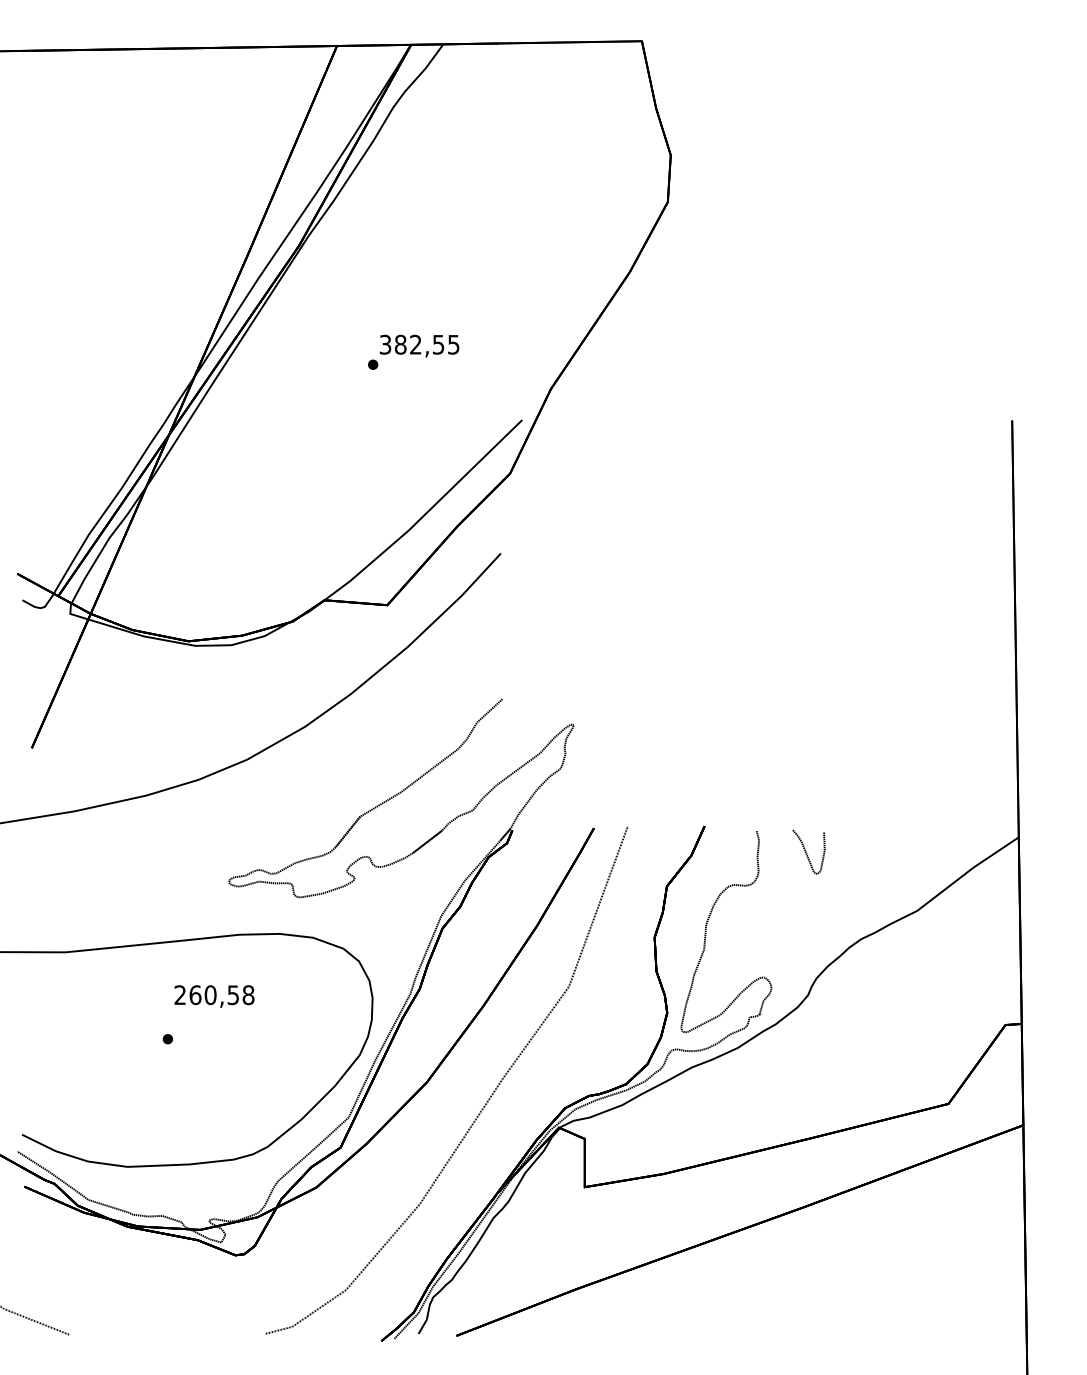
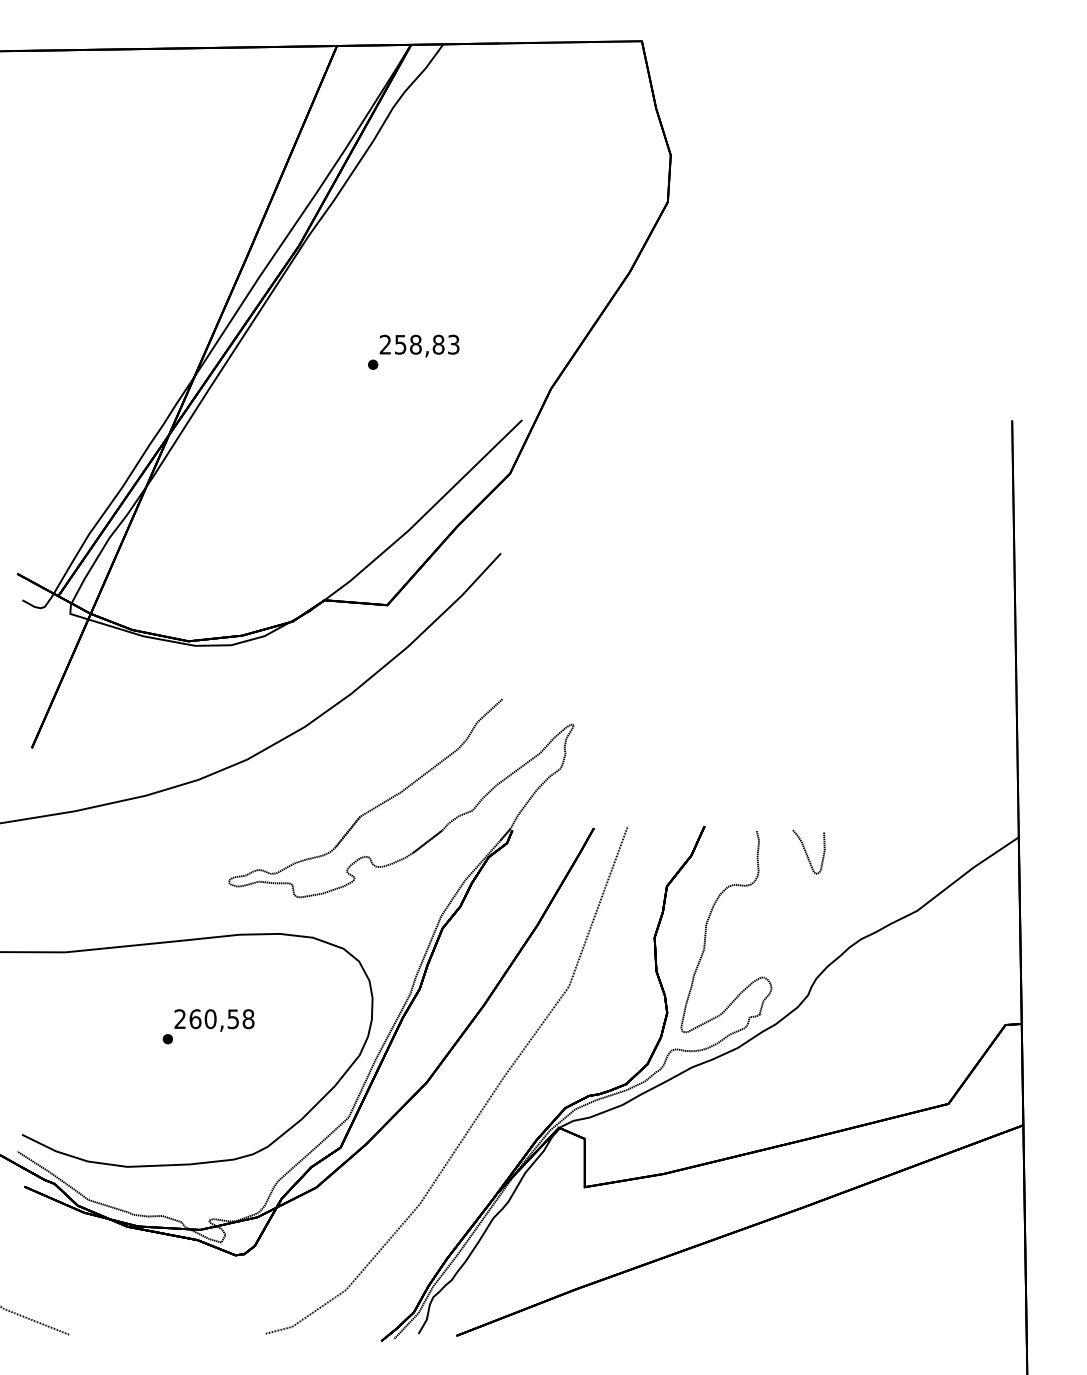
text at (419, 344): 382,55 -> 258,83
text at (214, 996) position: (214, 996) -> (214, 1020)
